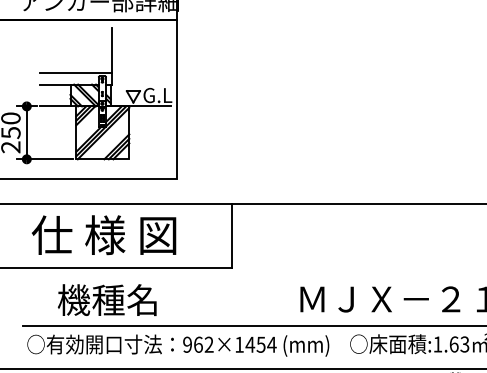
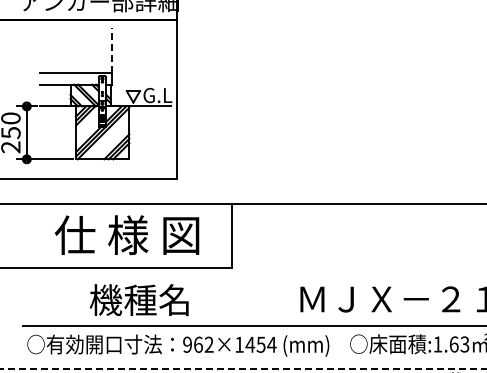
line at (111, 50): solid -> dashed
text at (103, 235) position: (103, 235) -> (126, 235)
text at (106, 299) position: (106, 299) -> (138, 299)
line at (243, 369): solid -> dashed
